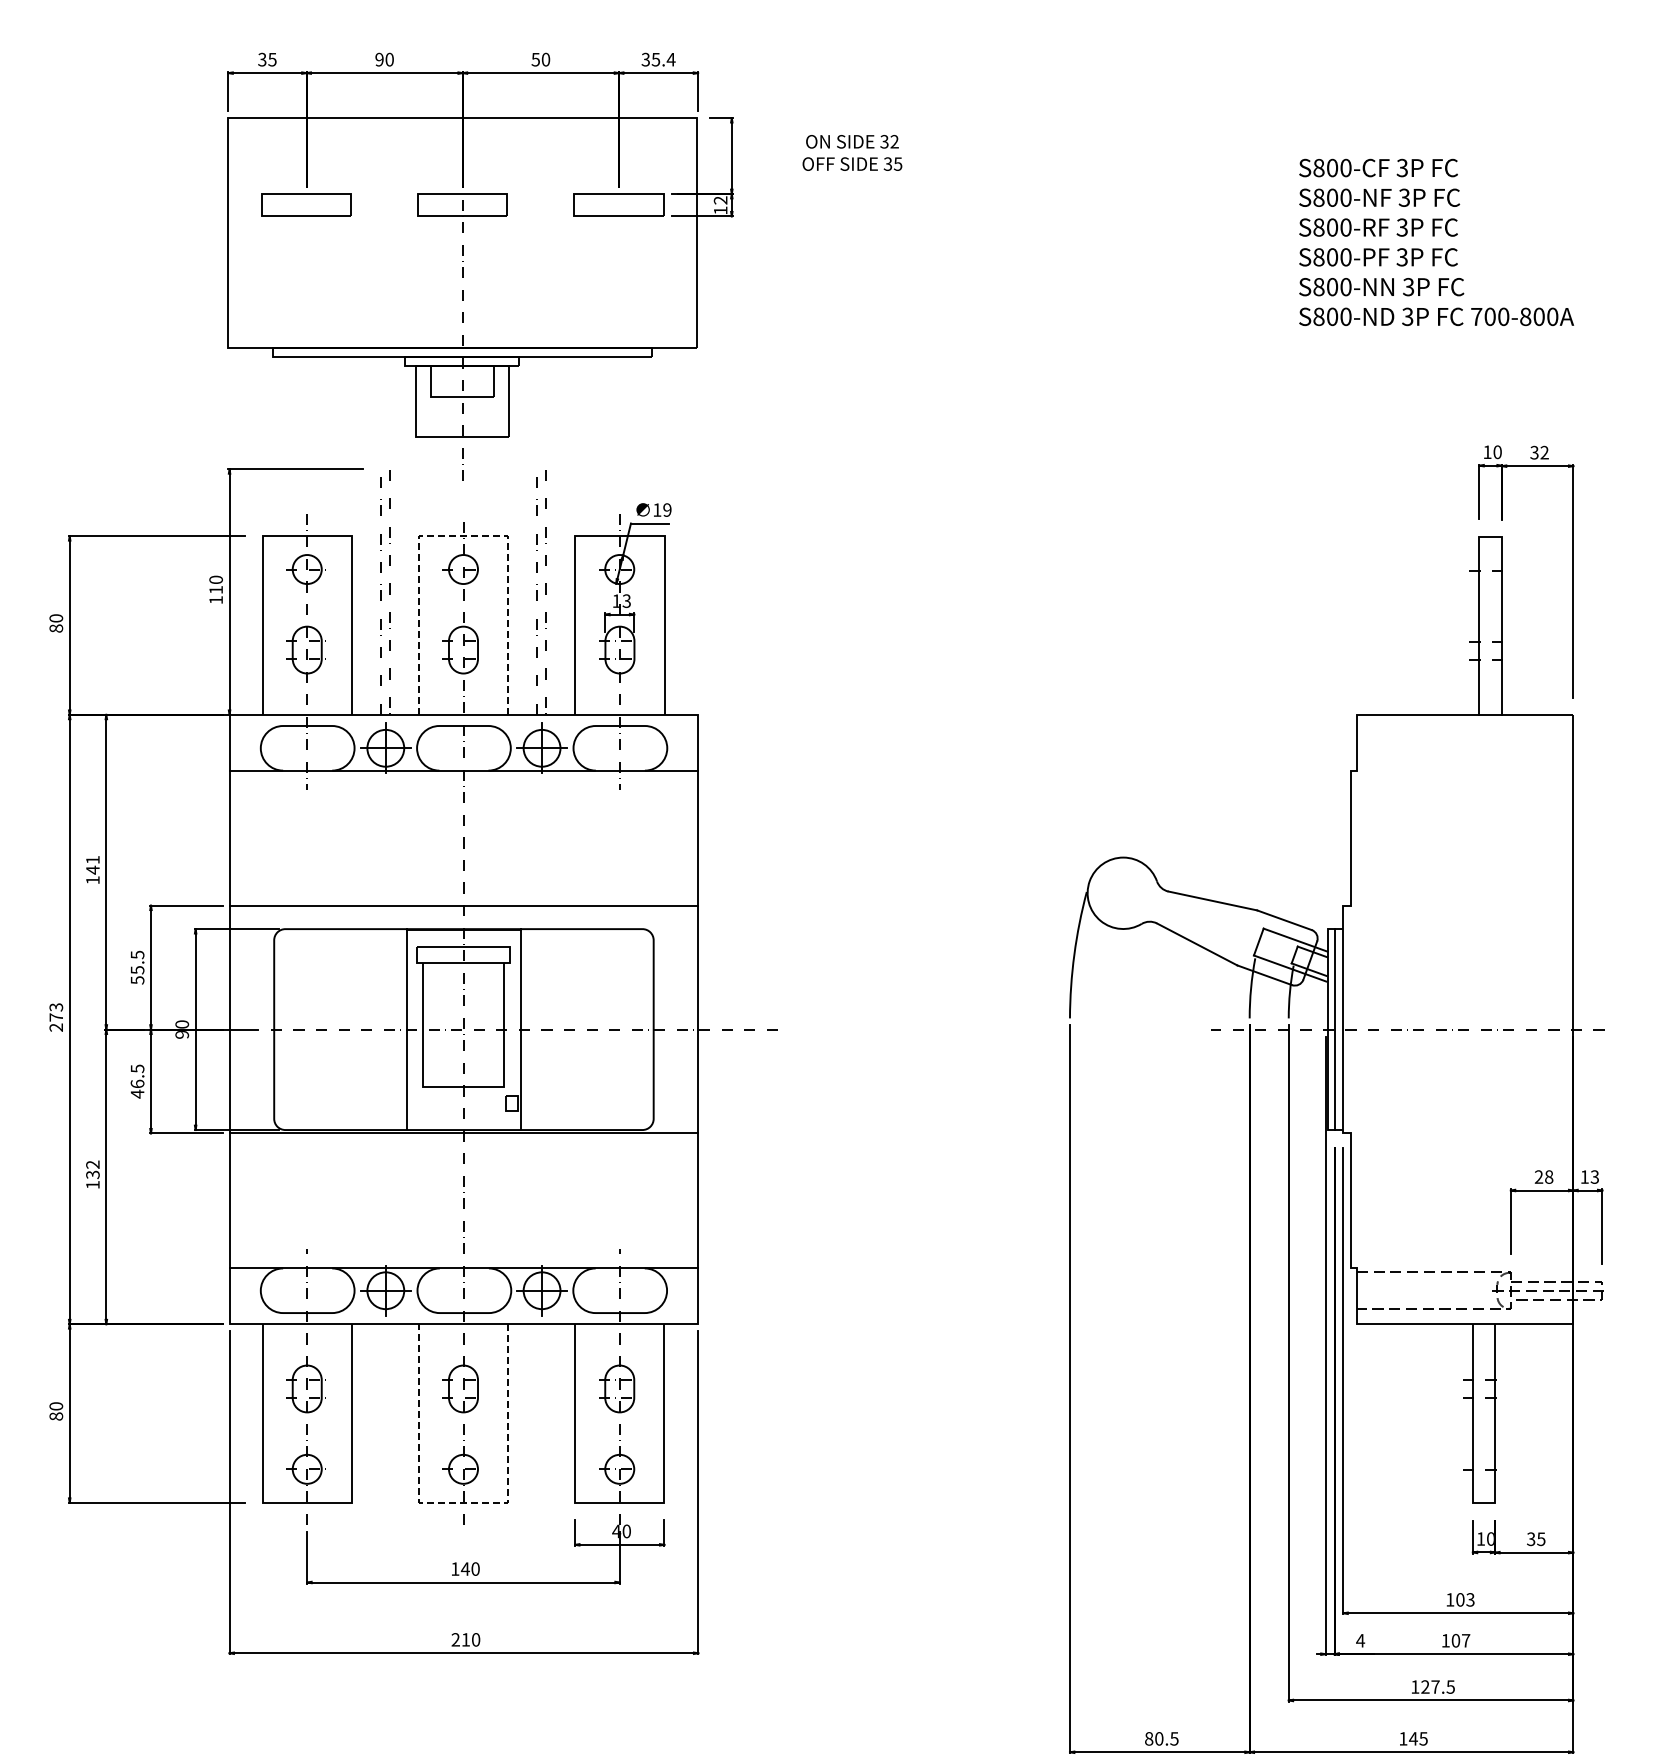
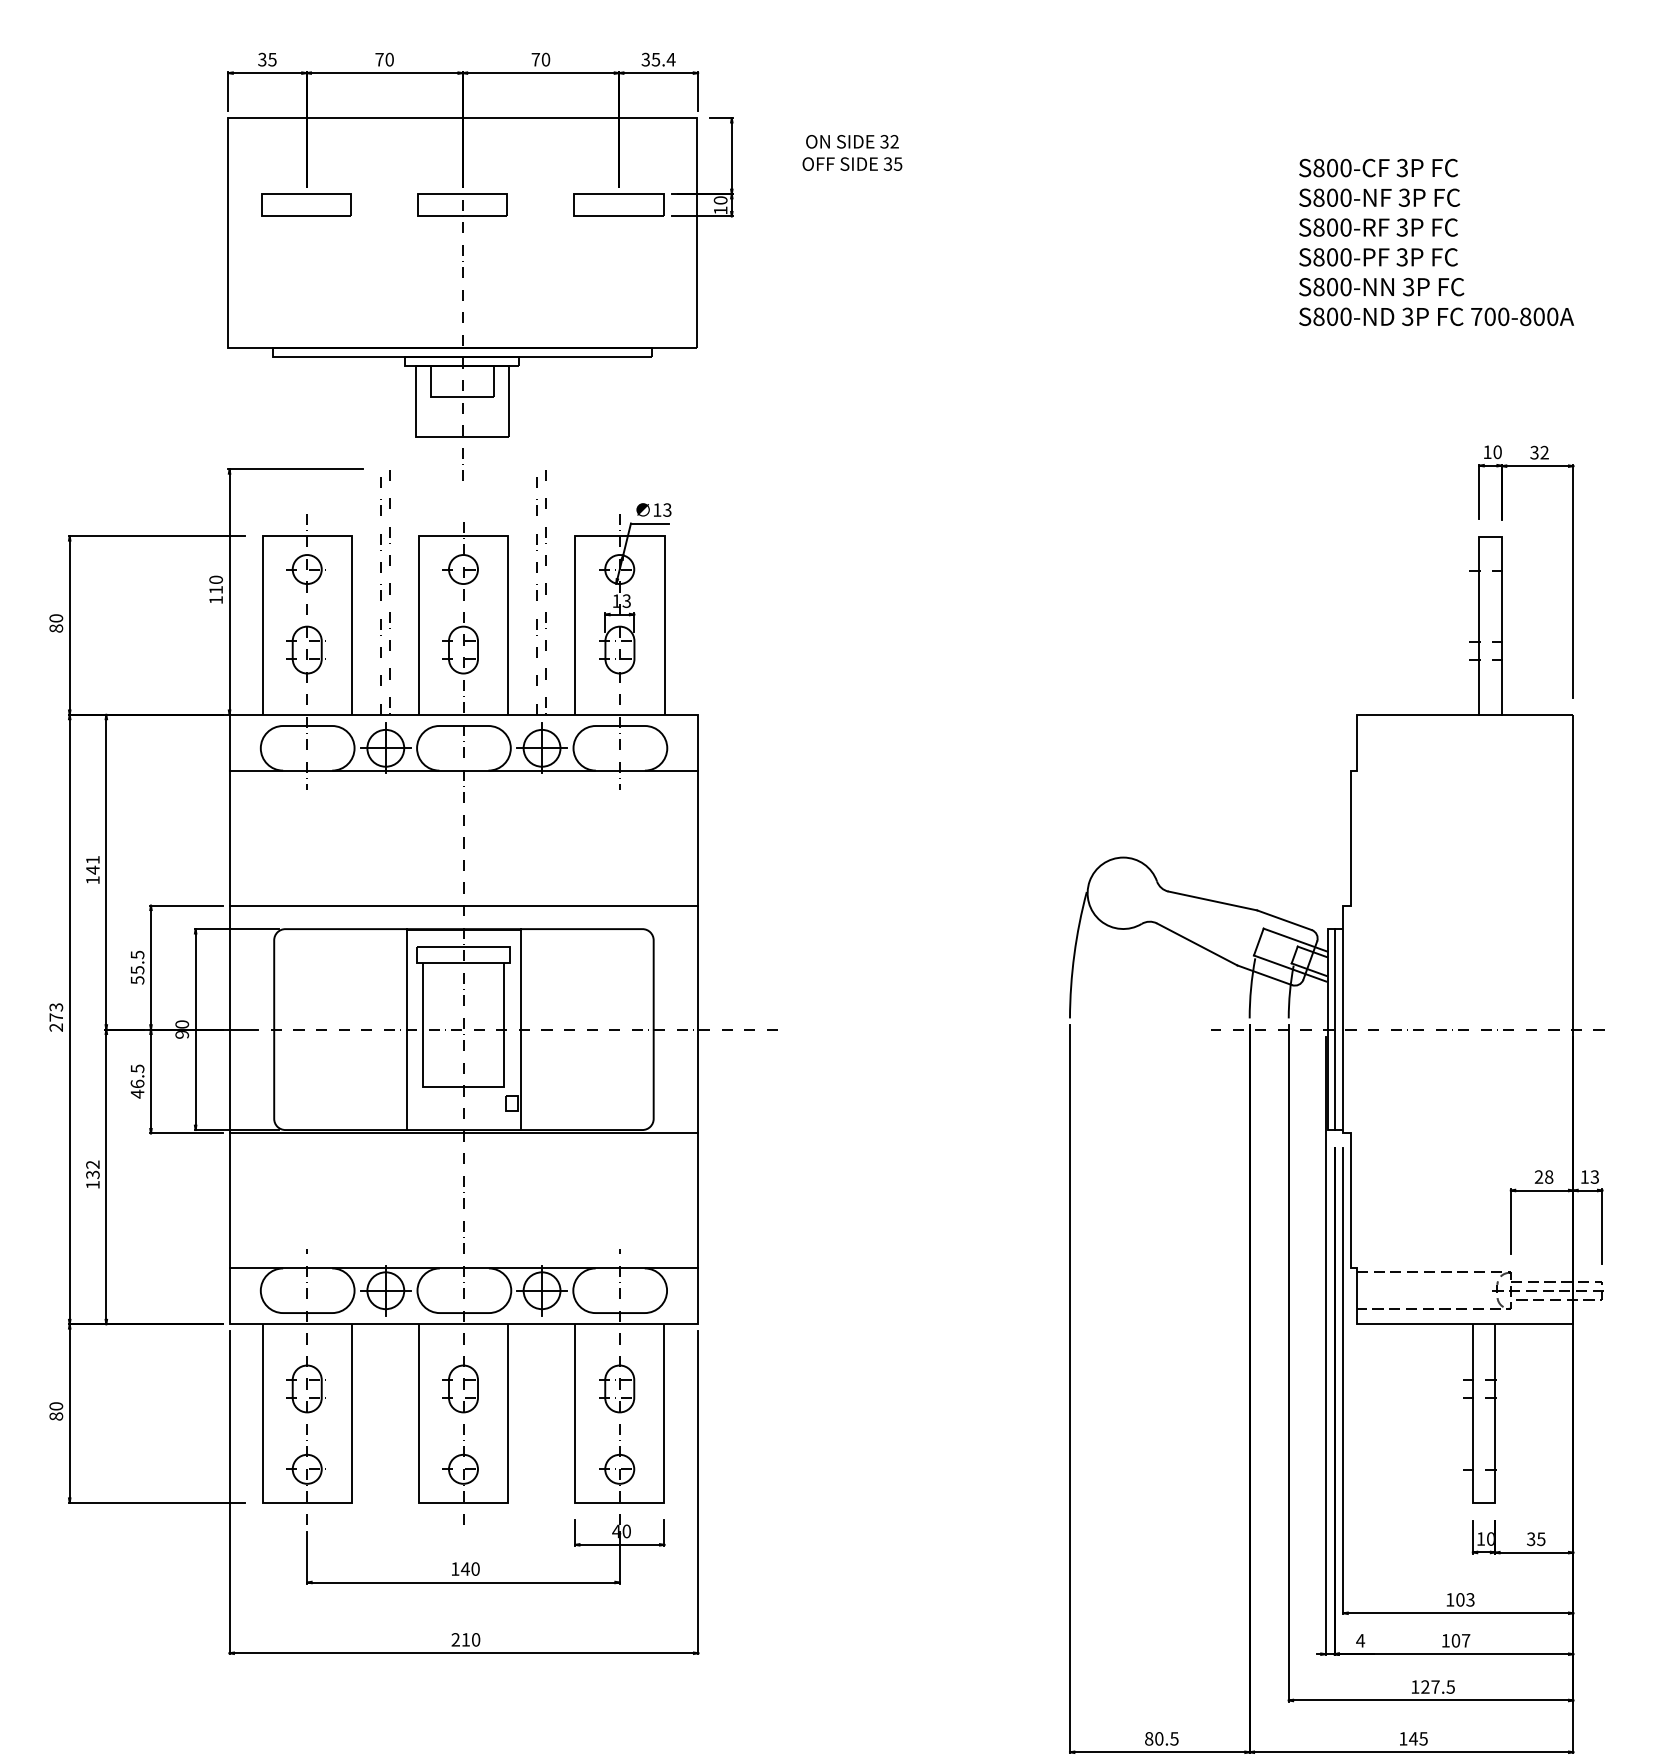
text at (379, 59): 90 -> 70
text at (535, 59): 50 -> 70
text at (720, 200): 12 -> 10
text at (667, 509): 19 -> 13
line at (463, 536): dashed -> solid
line at (463, 1502): dashed -> solid
